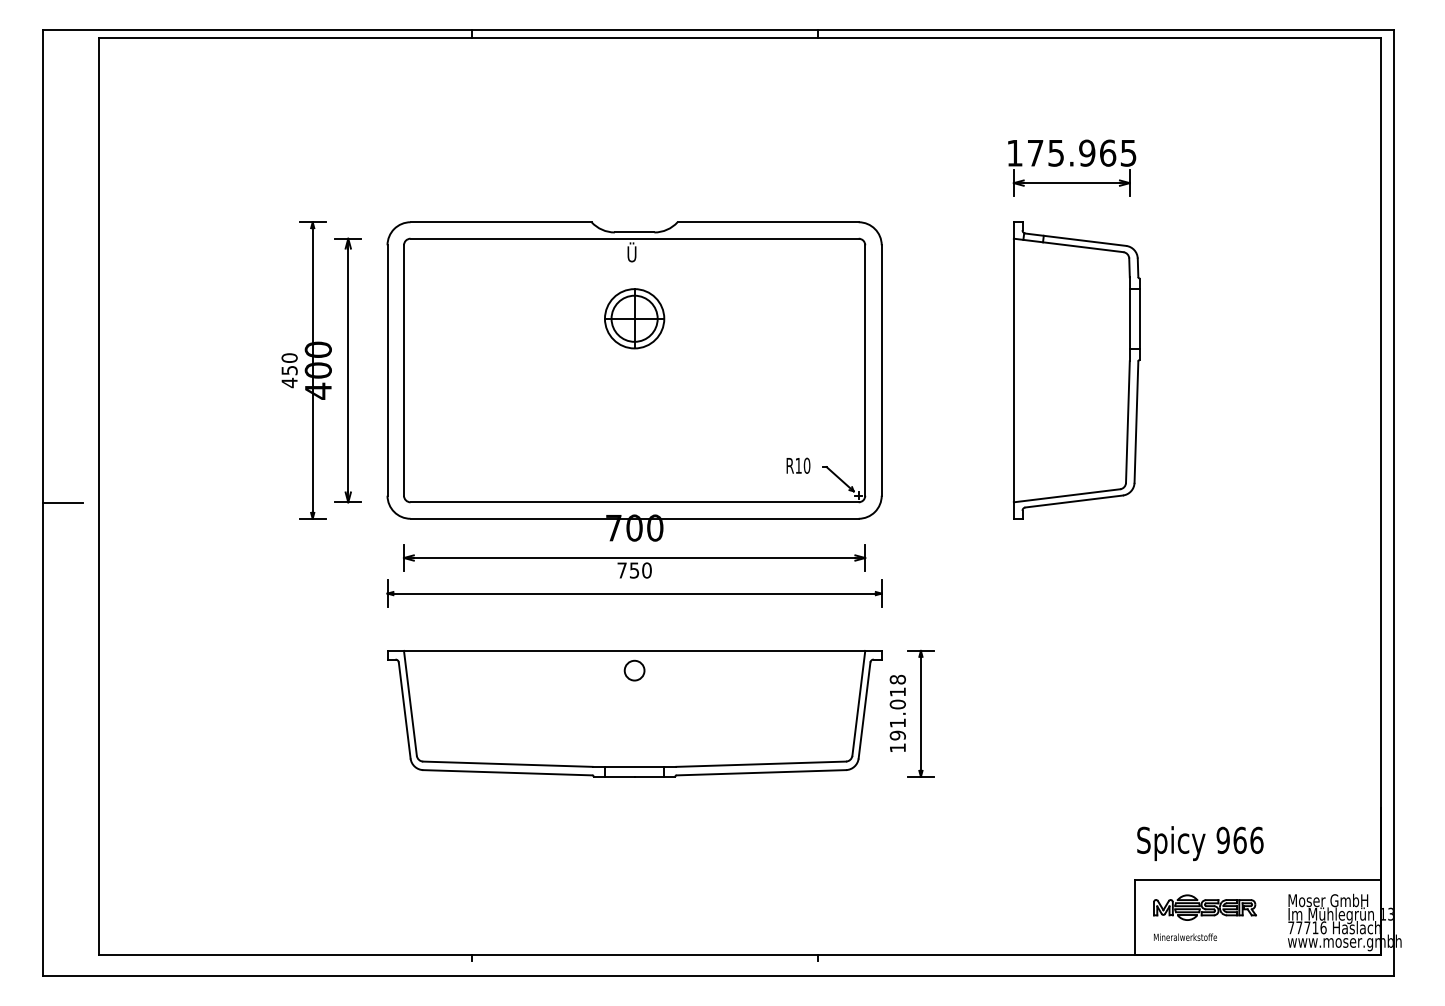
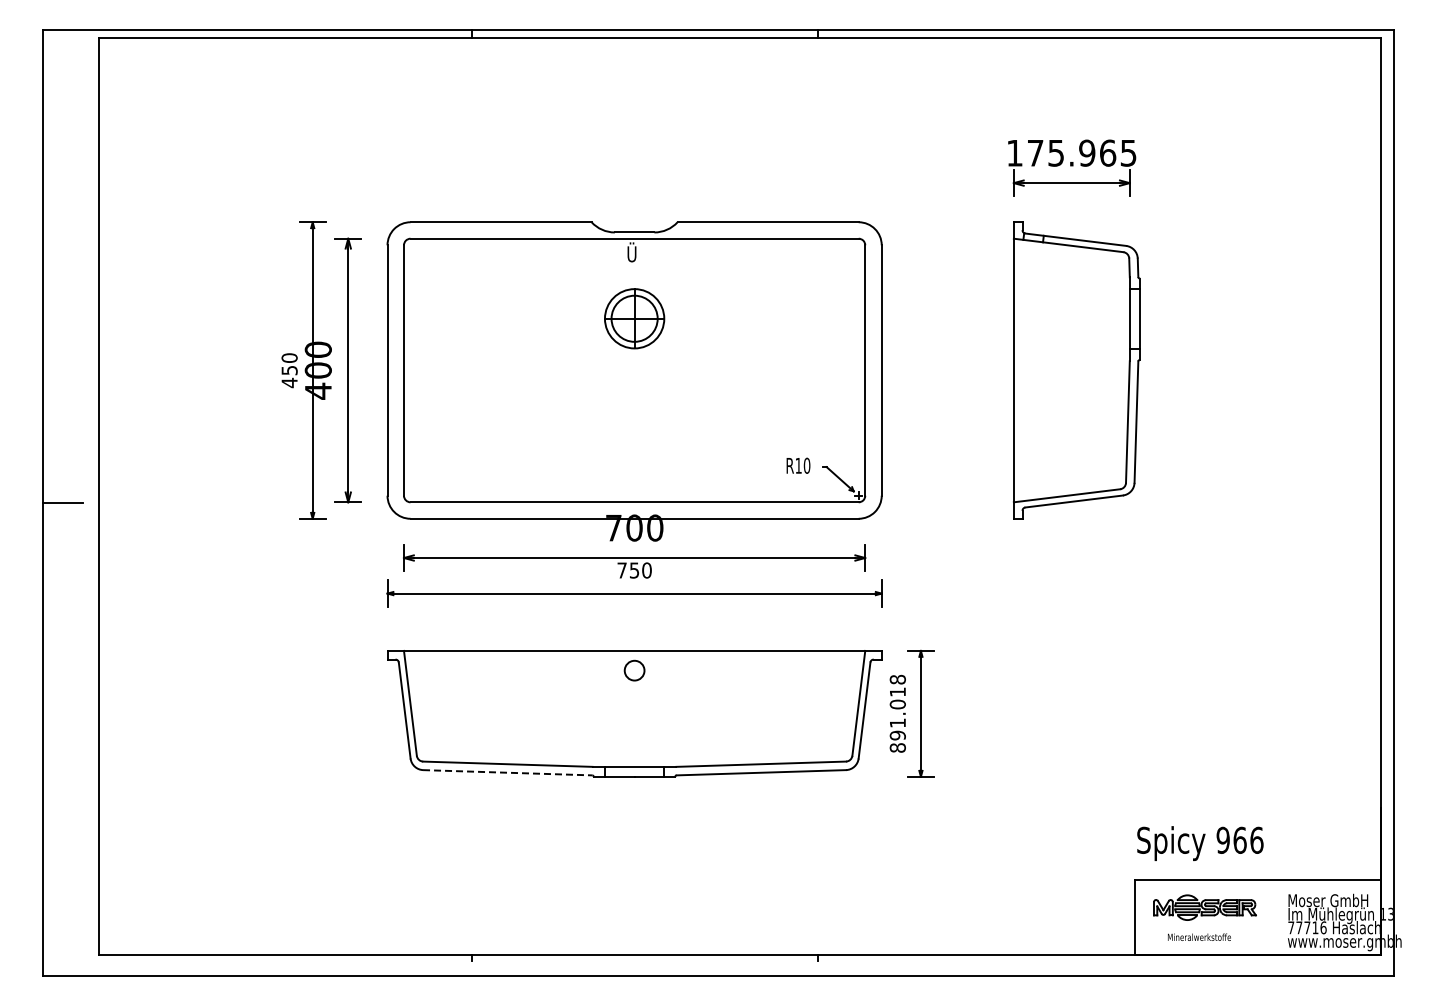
text at (897, 747): 191.018 -> 891.018
line at (507, 772): solid -> dashed
text at (1185, 936) position: (1185, 936) -> (1199, 936)
